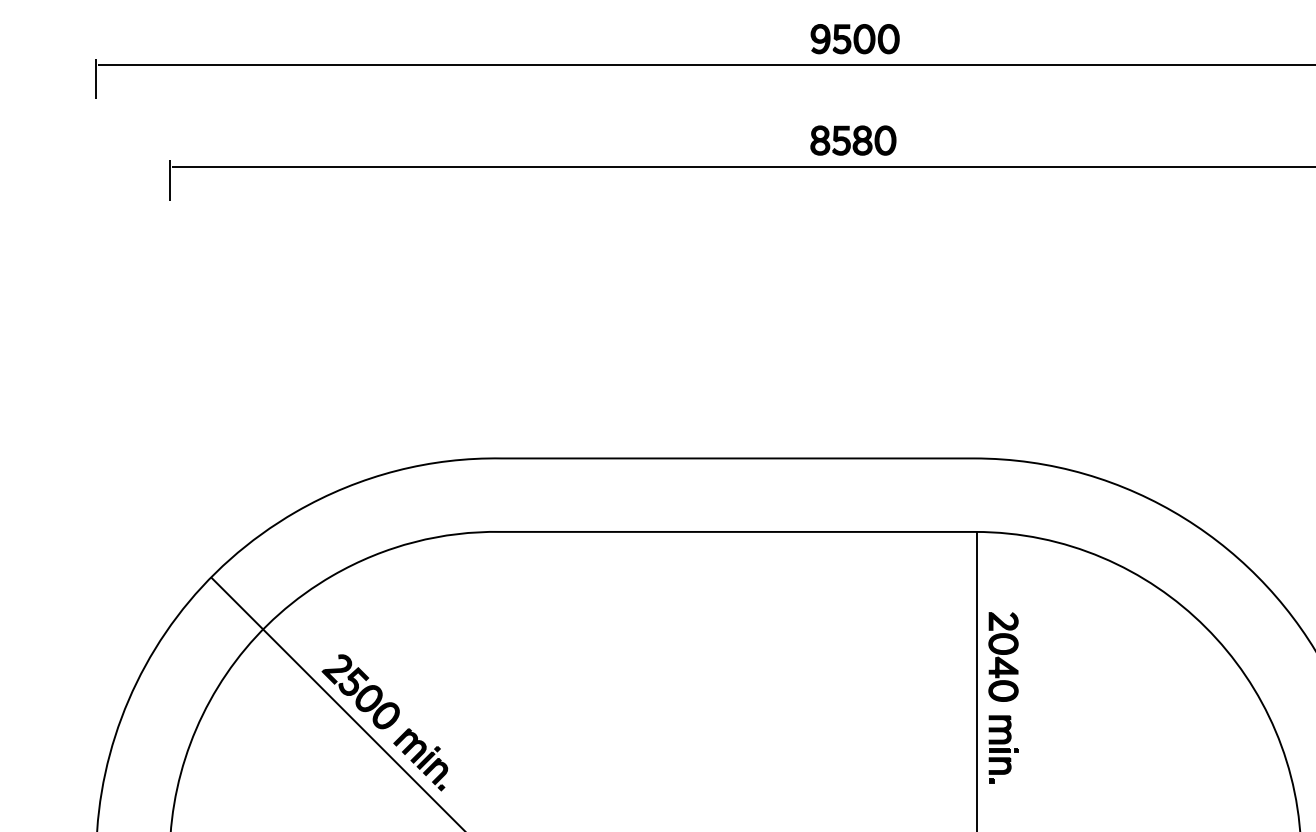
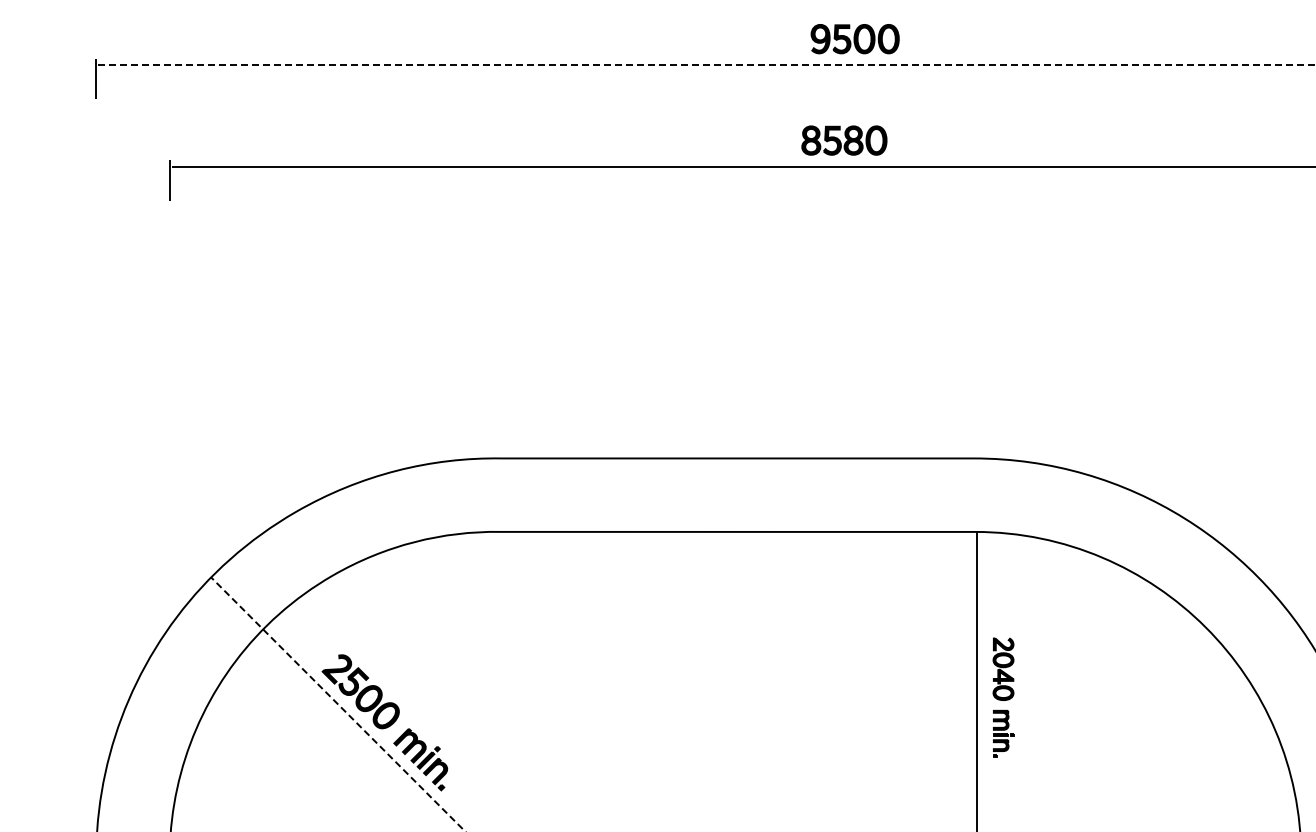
line at (707, 65): solid -> dashed
part at (853, 140) position: (853, 140) -> (844, 140)
part at (1003, 697) size: 31x172 px -> 23x121 px
line at (338, 704): solid -> dashed
